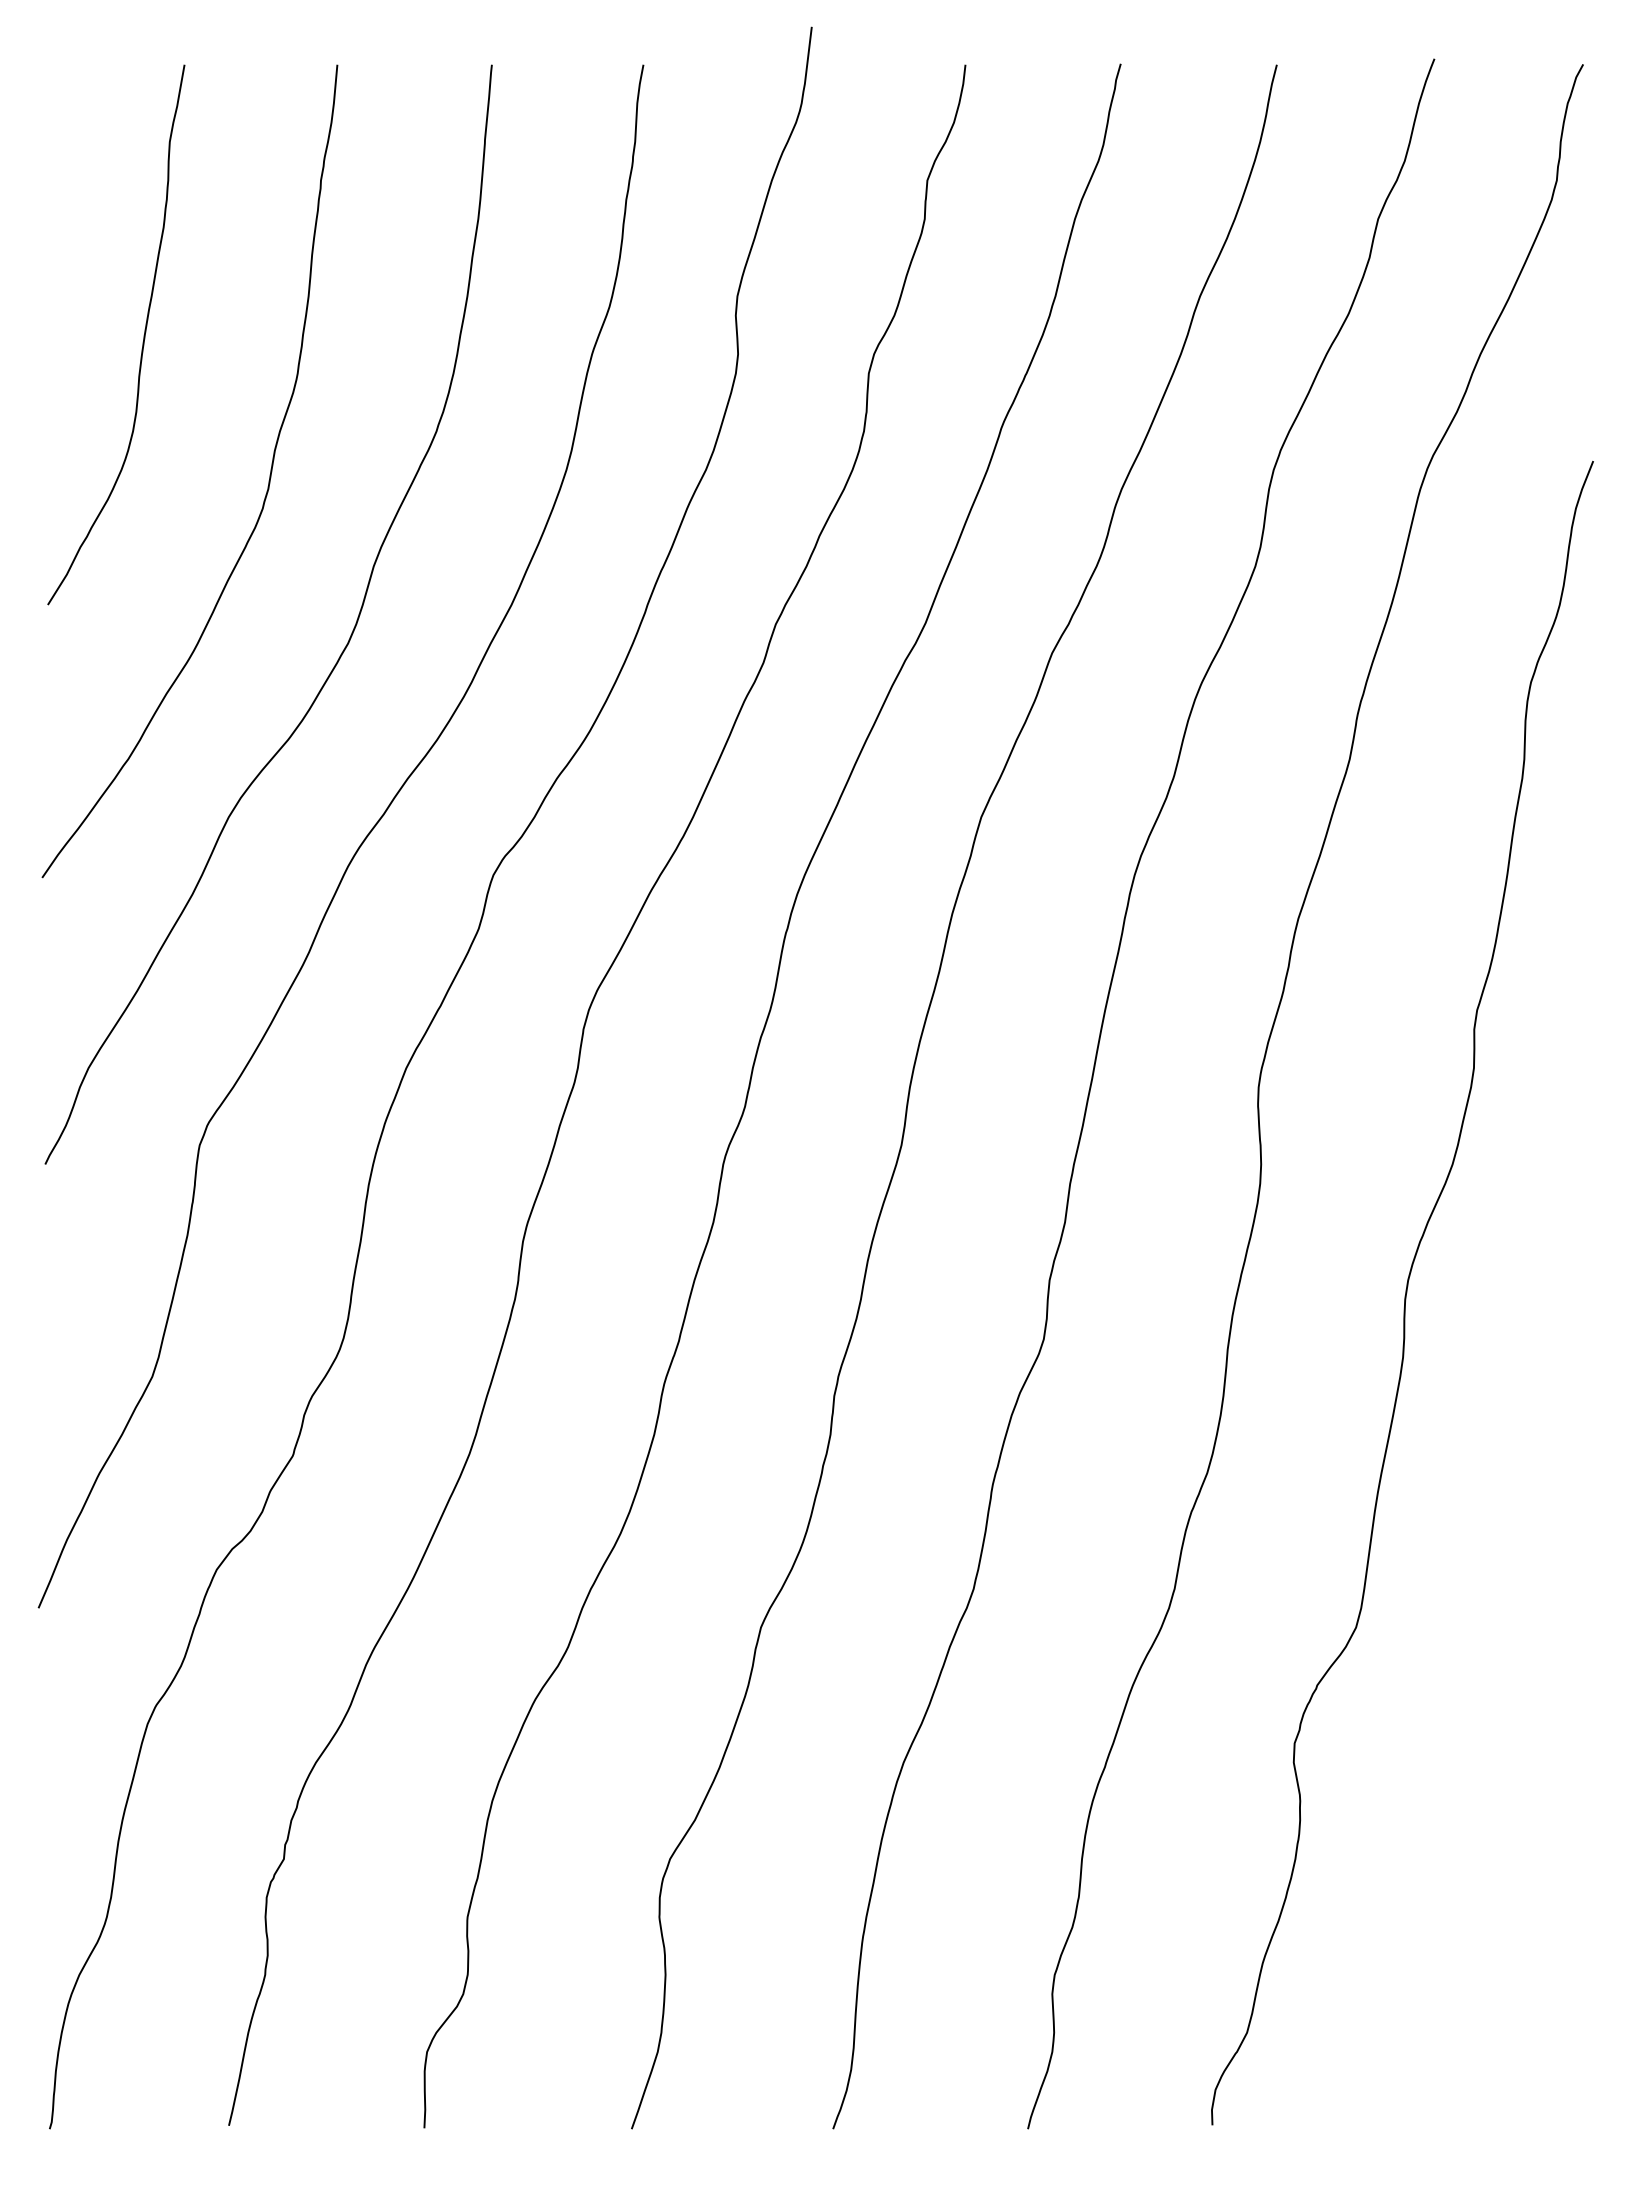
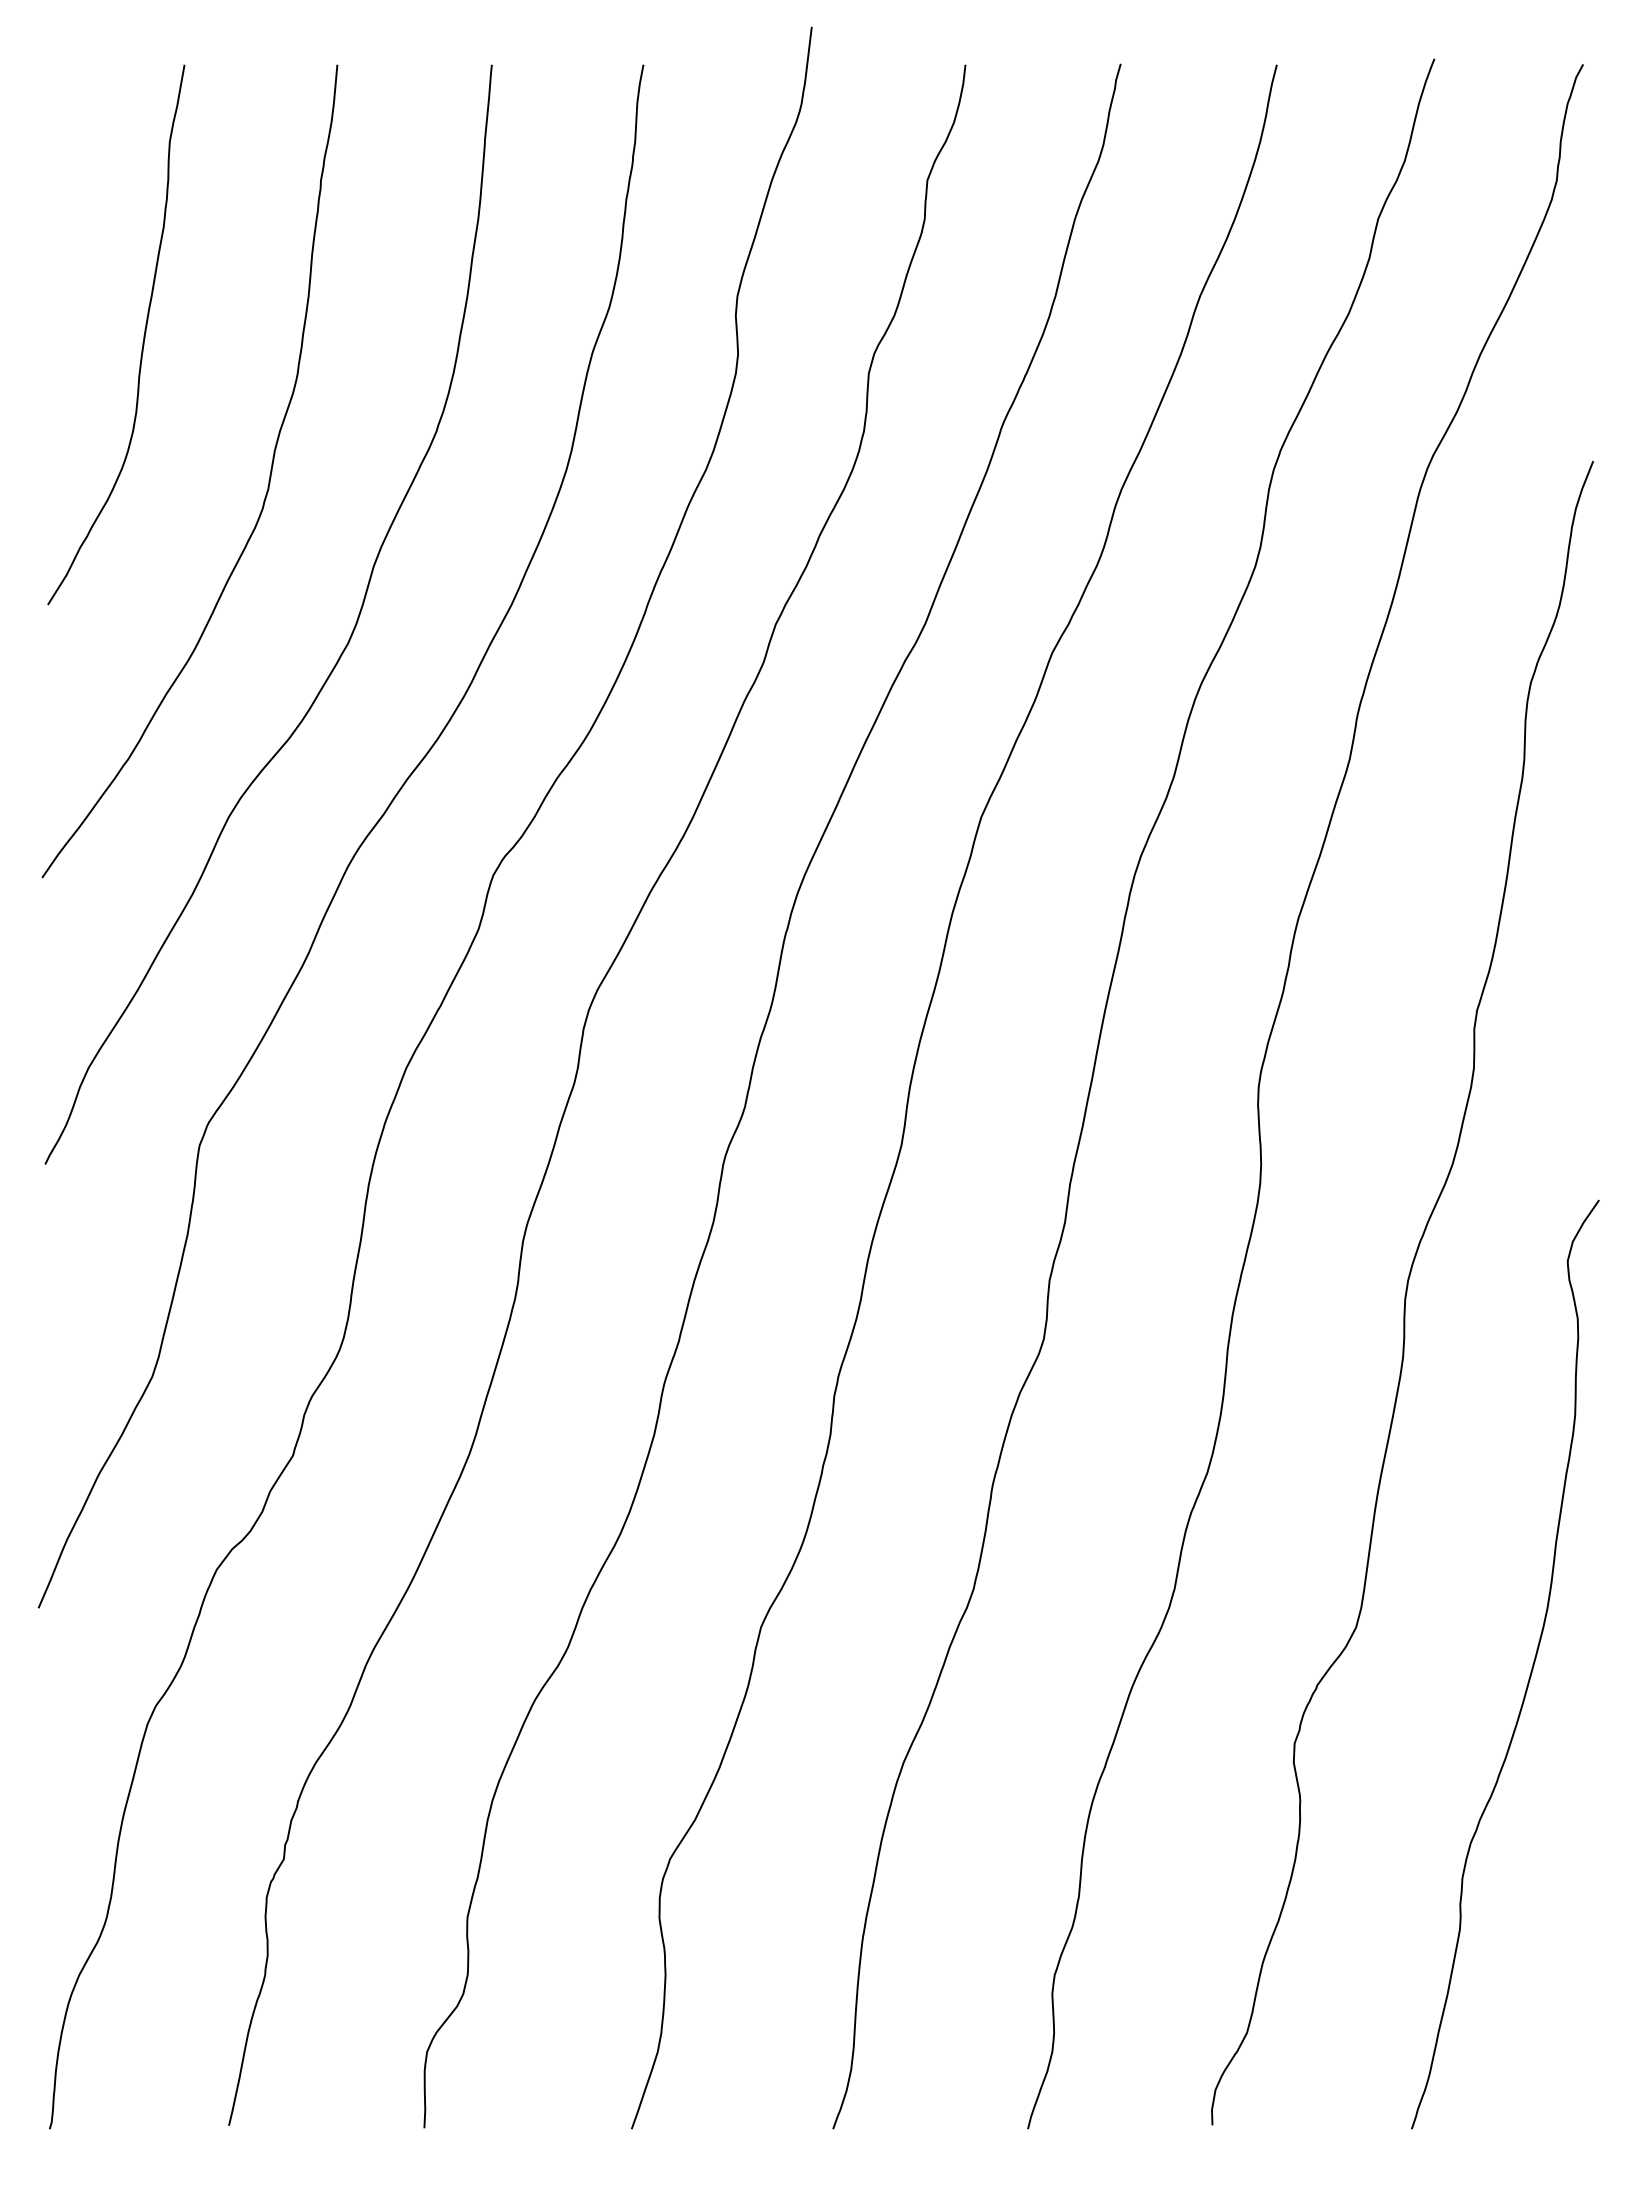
curve at (1530, 1671): none -> present
